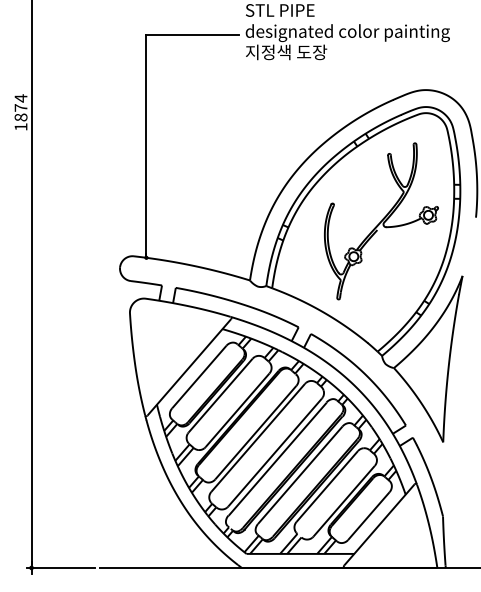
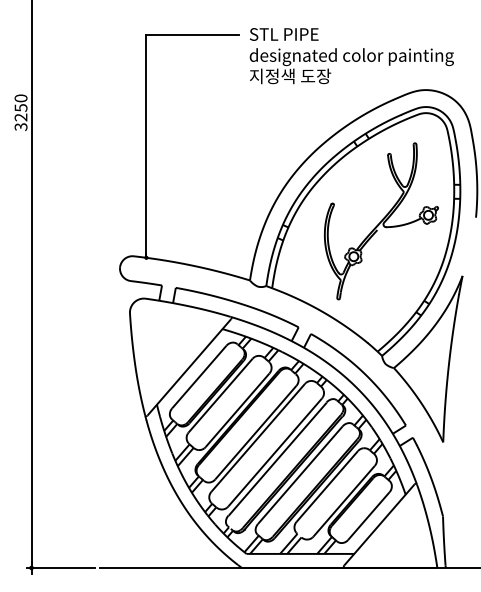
text at (347, 32) position: (347, 32) -> (351, 56)
text at (20, 112): 1874 -> 3250
